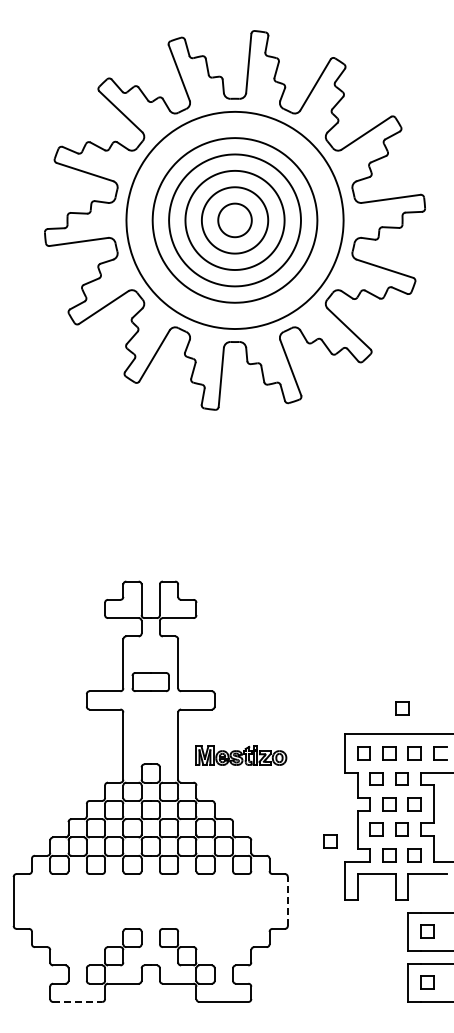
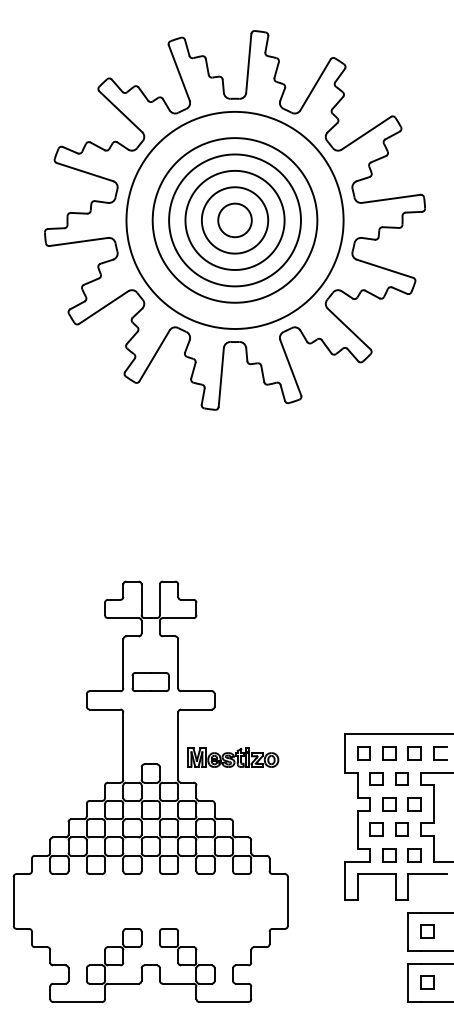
part at (402, 708): present -> none
part at (241, 755) position: (241, 755) -> (233, 757)
part at (330, 841): present -> none
line at (287, 900): dashed -> solid
line at (78, 1002): dashed -> solid
